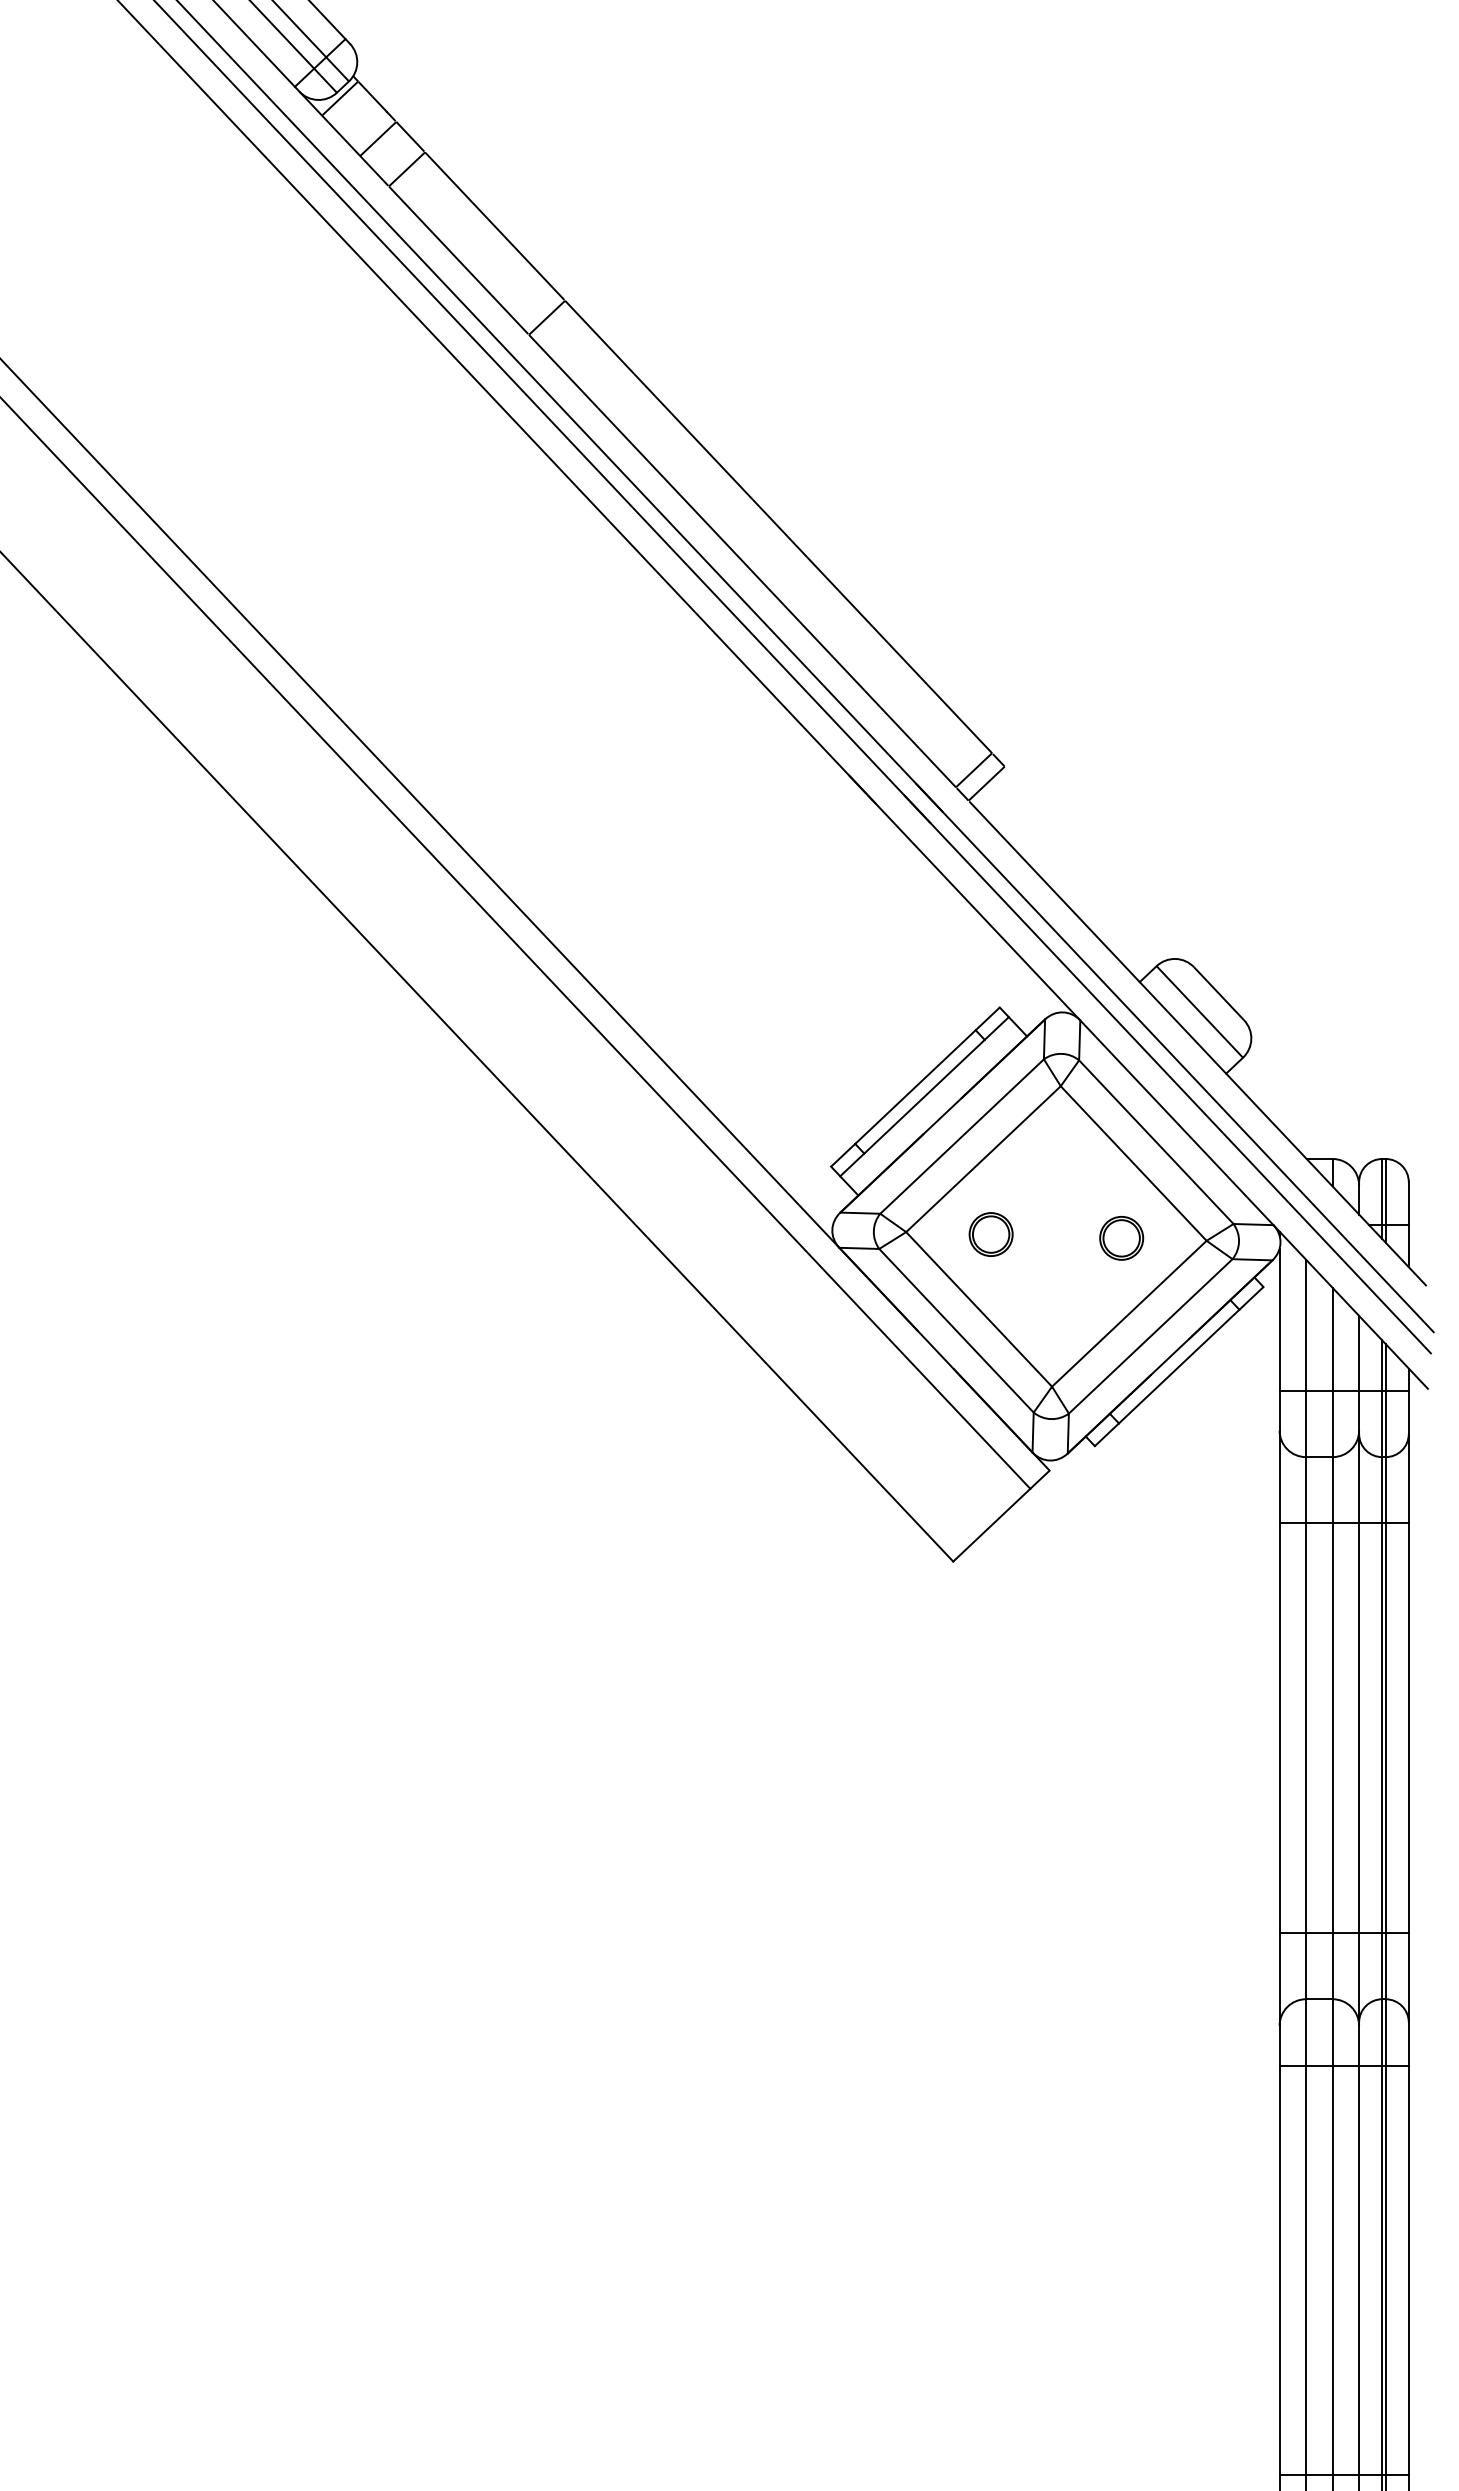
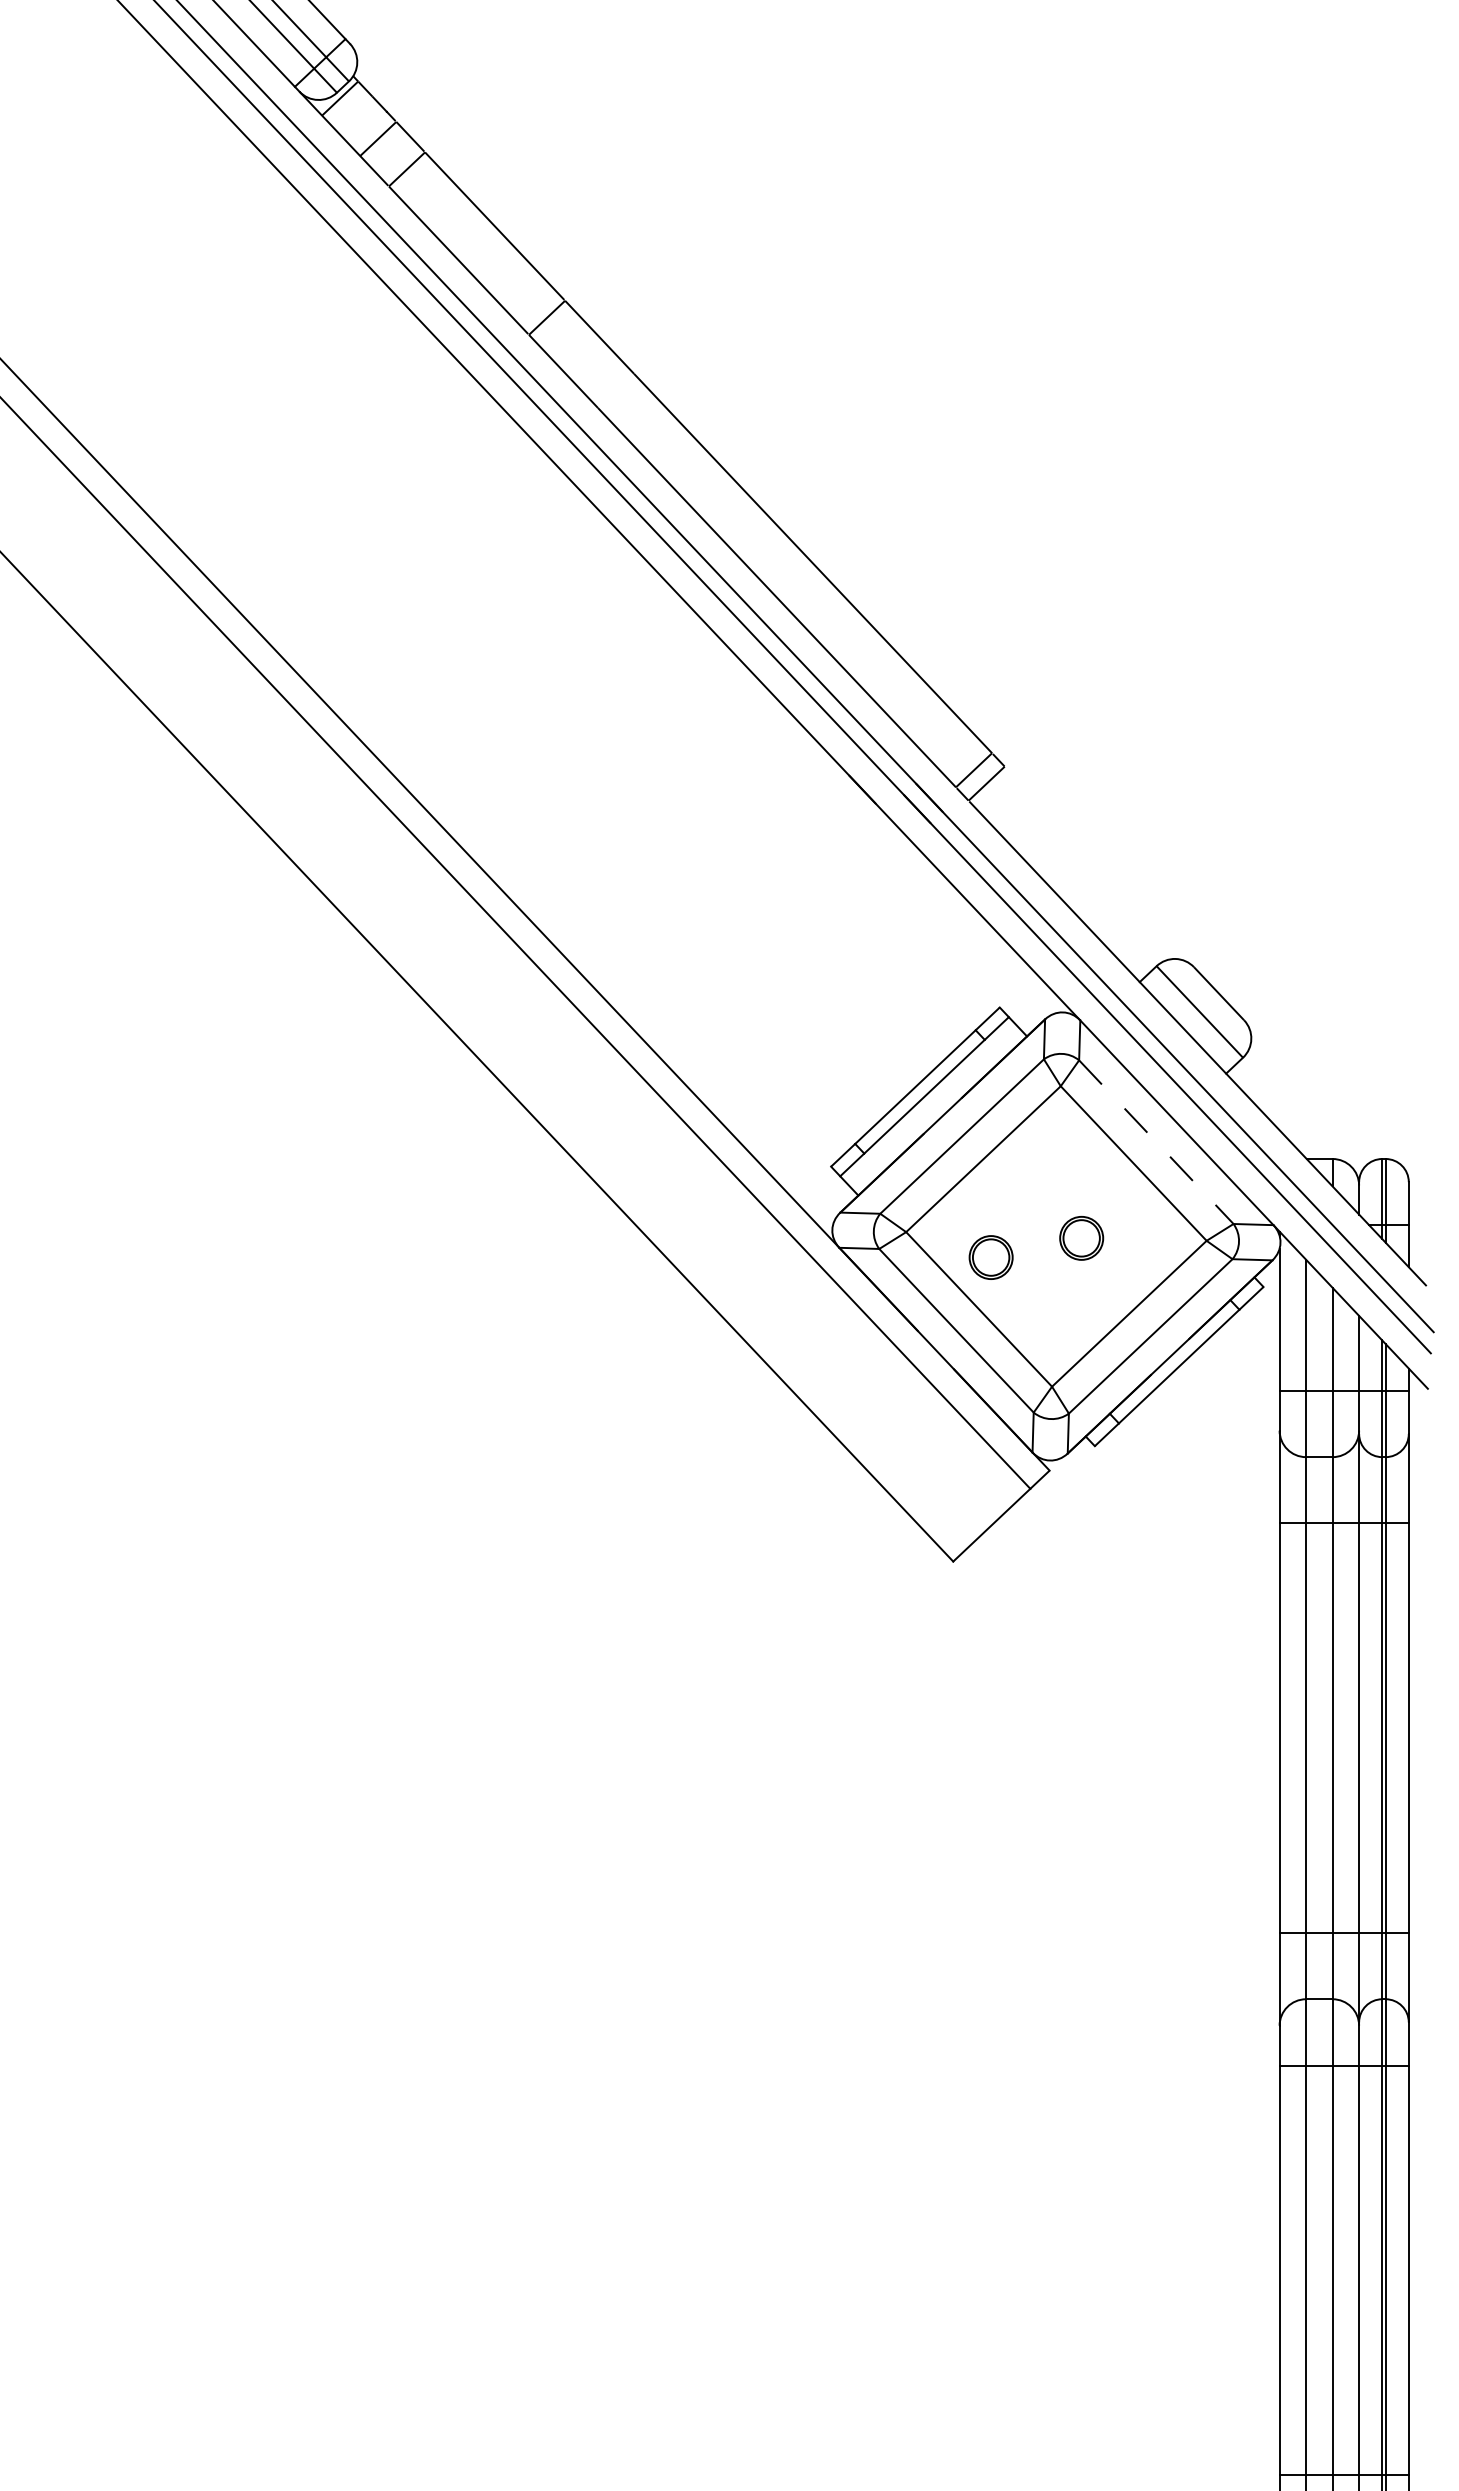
line at (1156, 1142): solid -> dashed
part at (990, 1234) position: (990, 1234) -> (990, 1257)
part at (1121, 1238) position: (1121, 1238) -> (1081, 1238)
